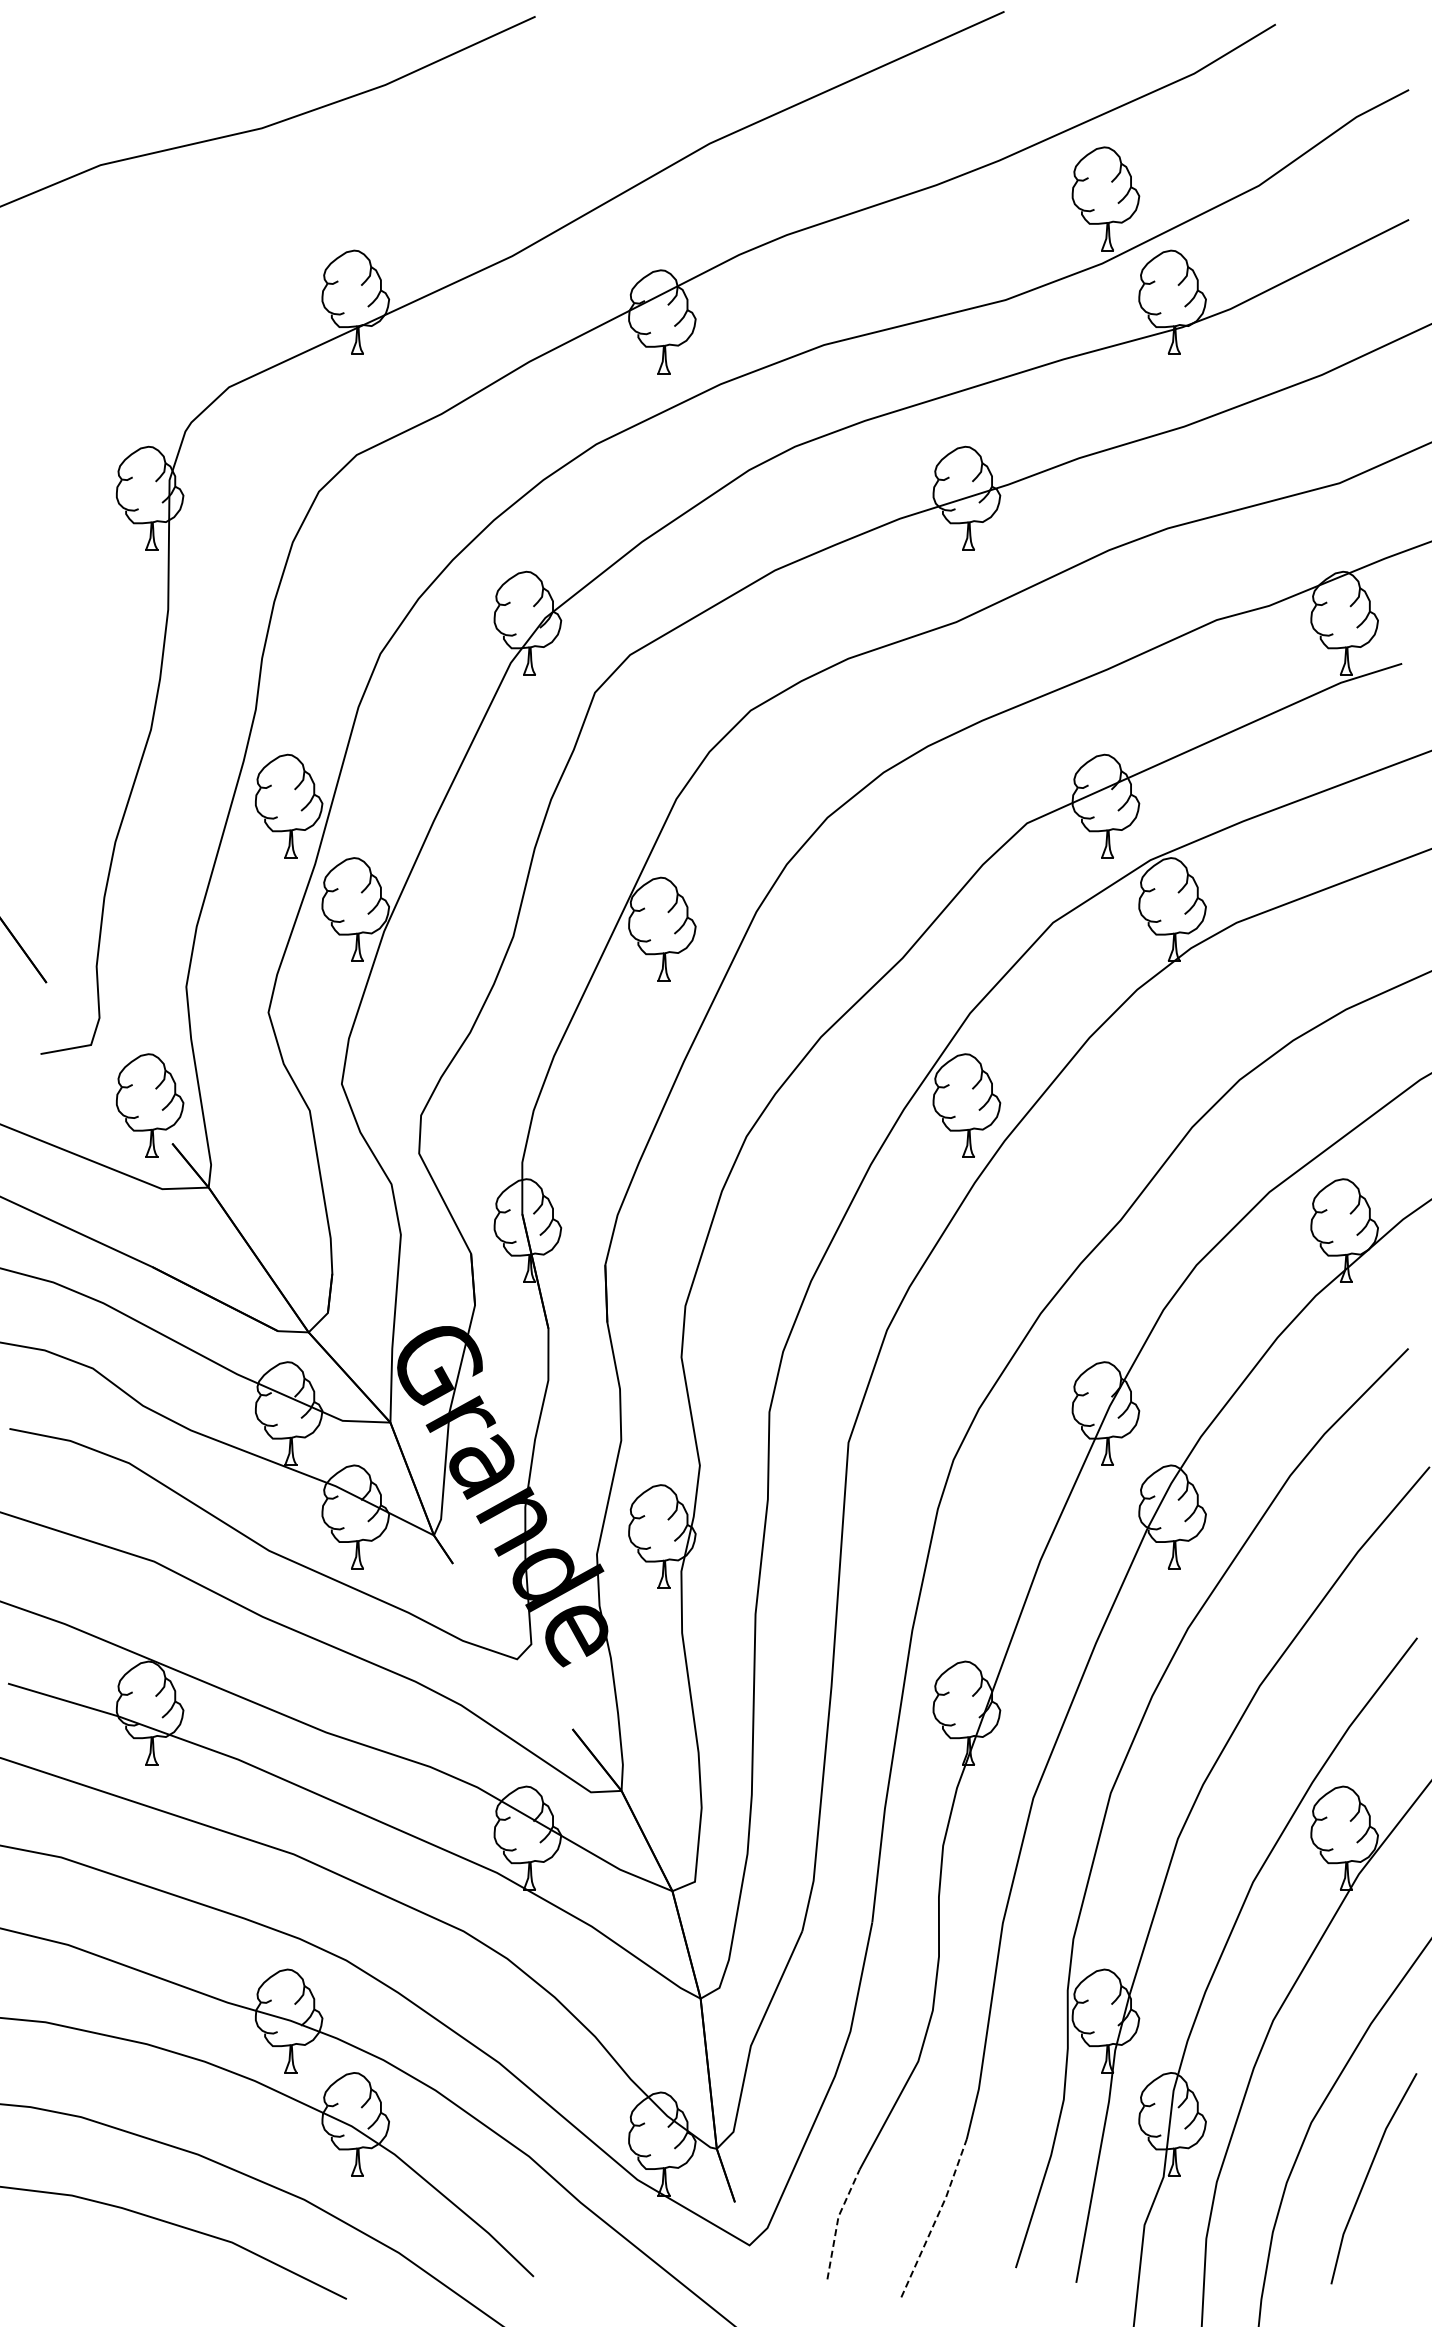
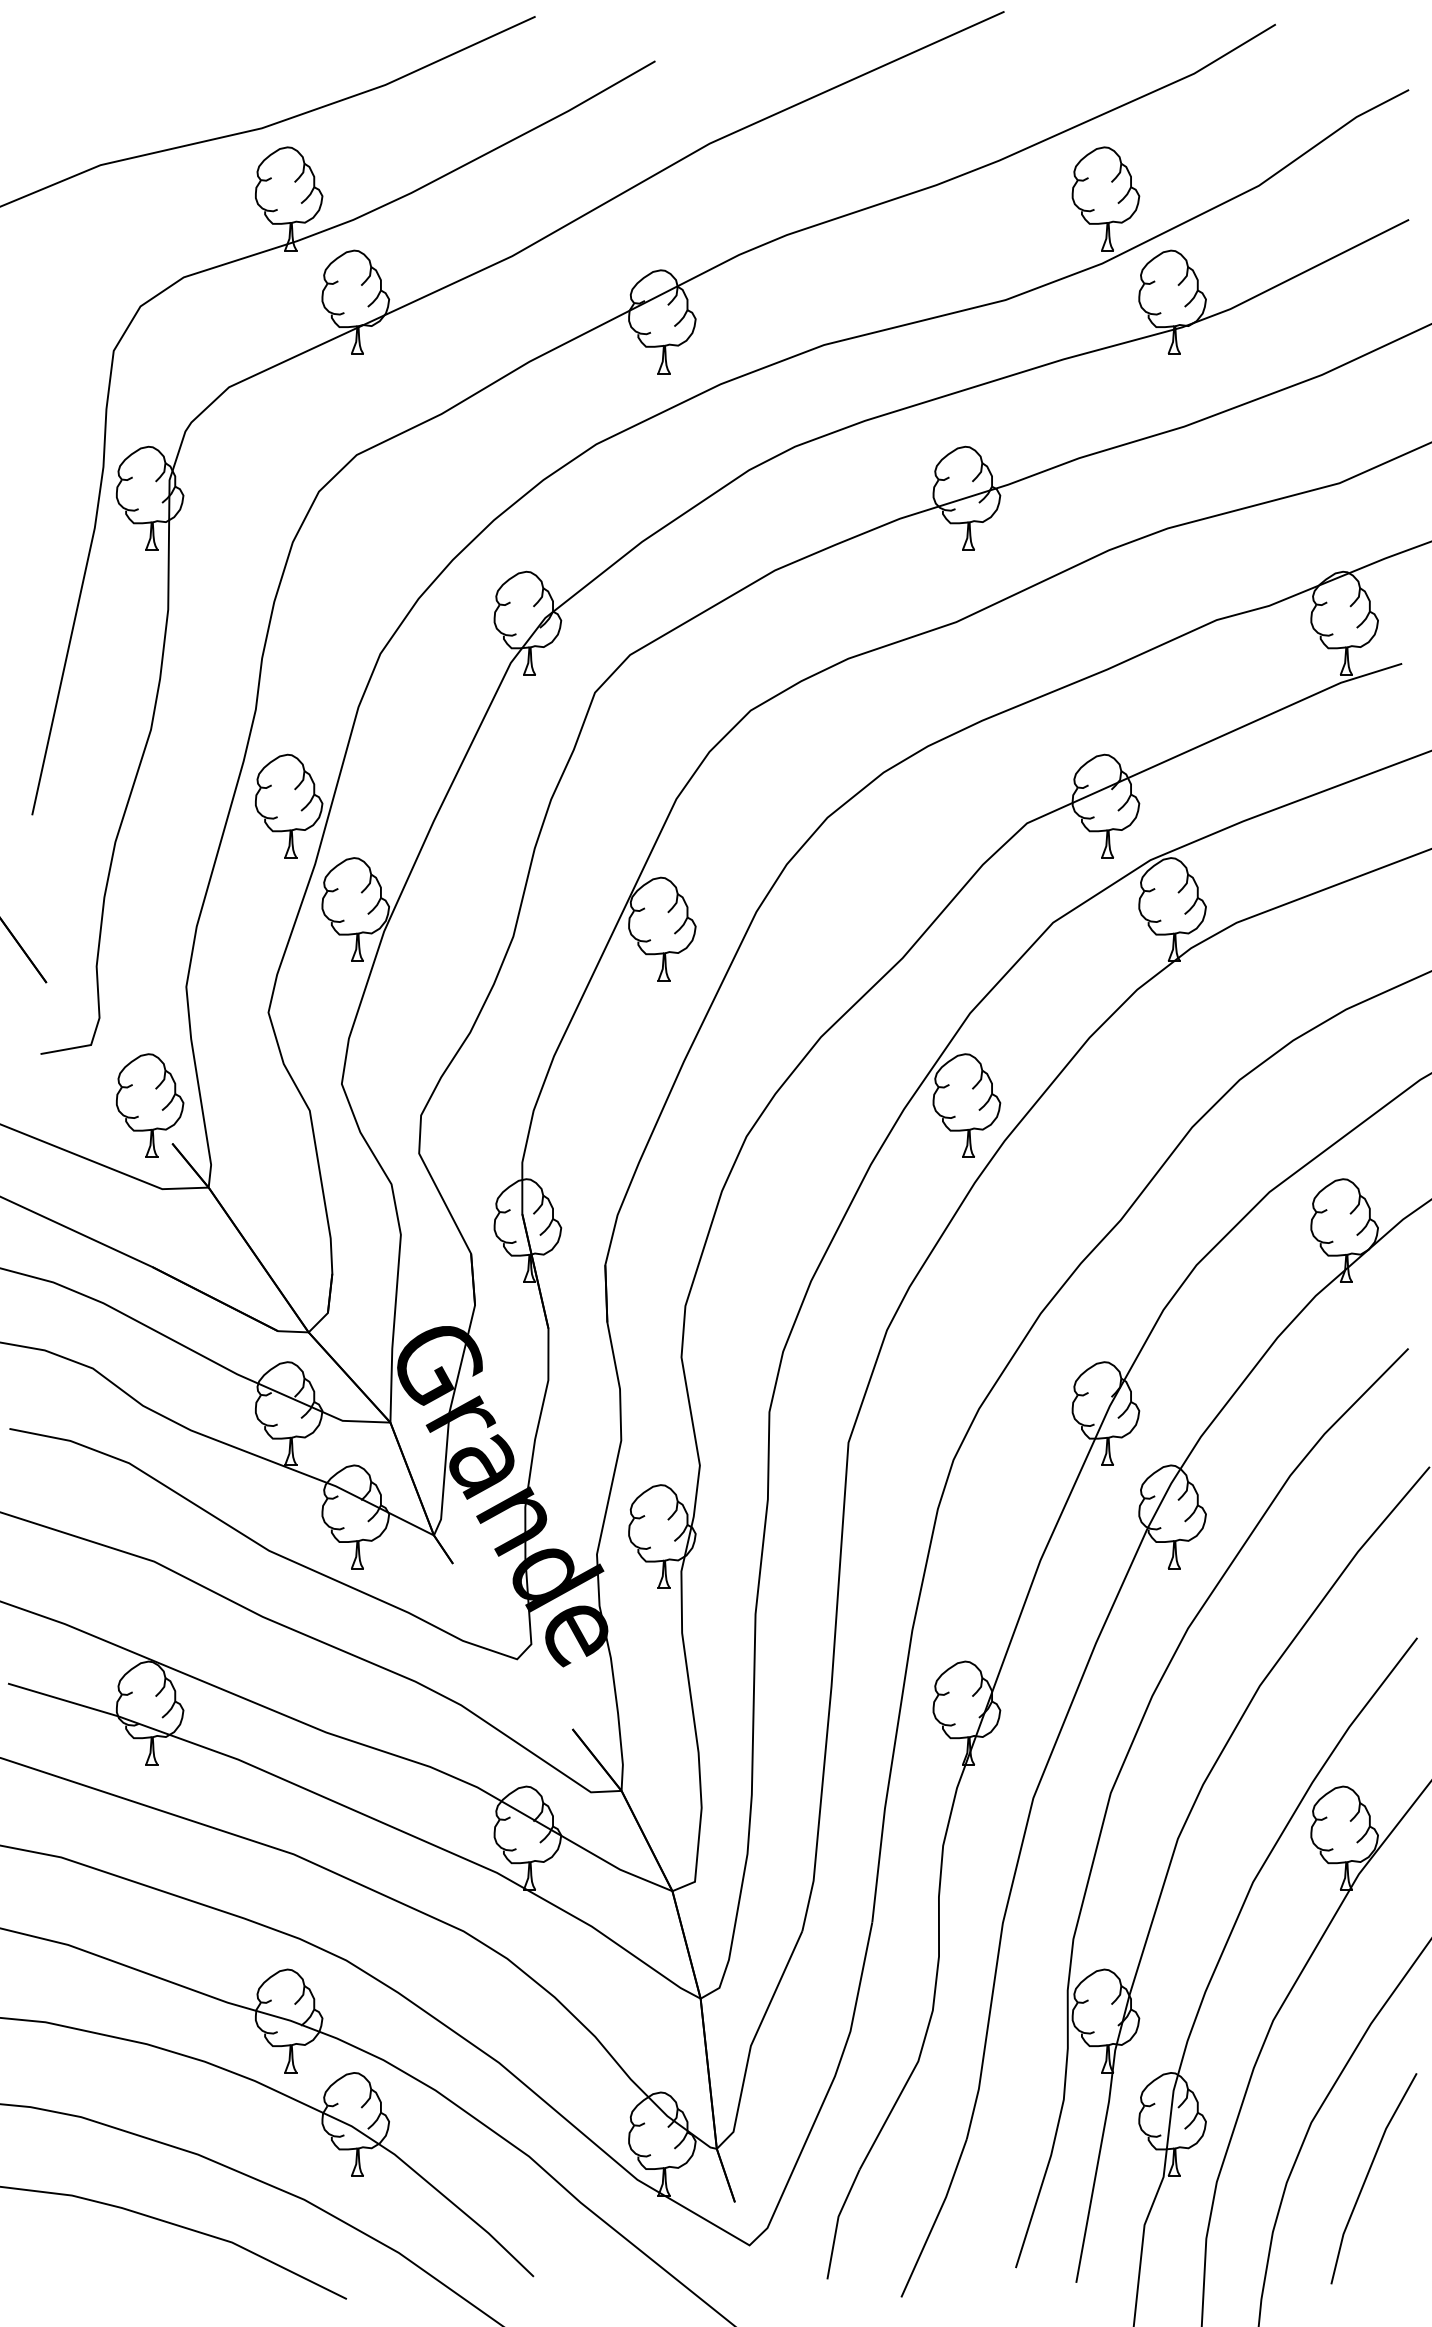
part at (297, 251): none -> present
line at (936, 2218): dashed -> solid
line at (837, 2221): dashed -> solid
